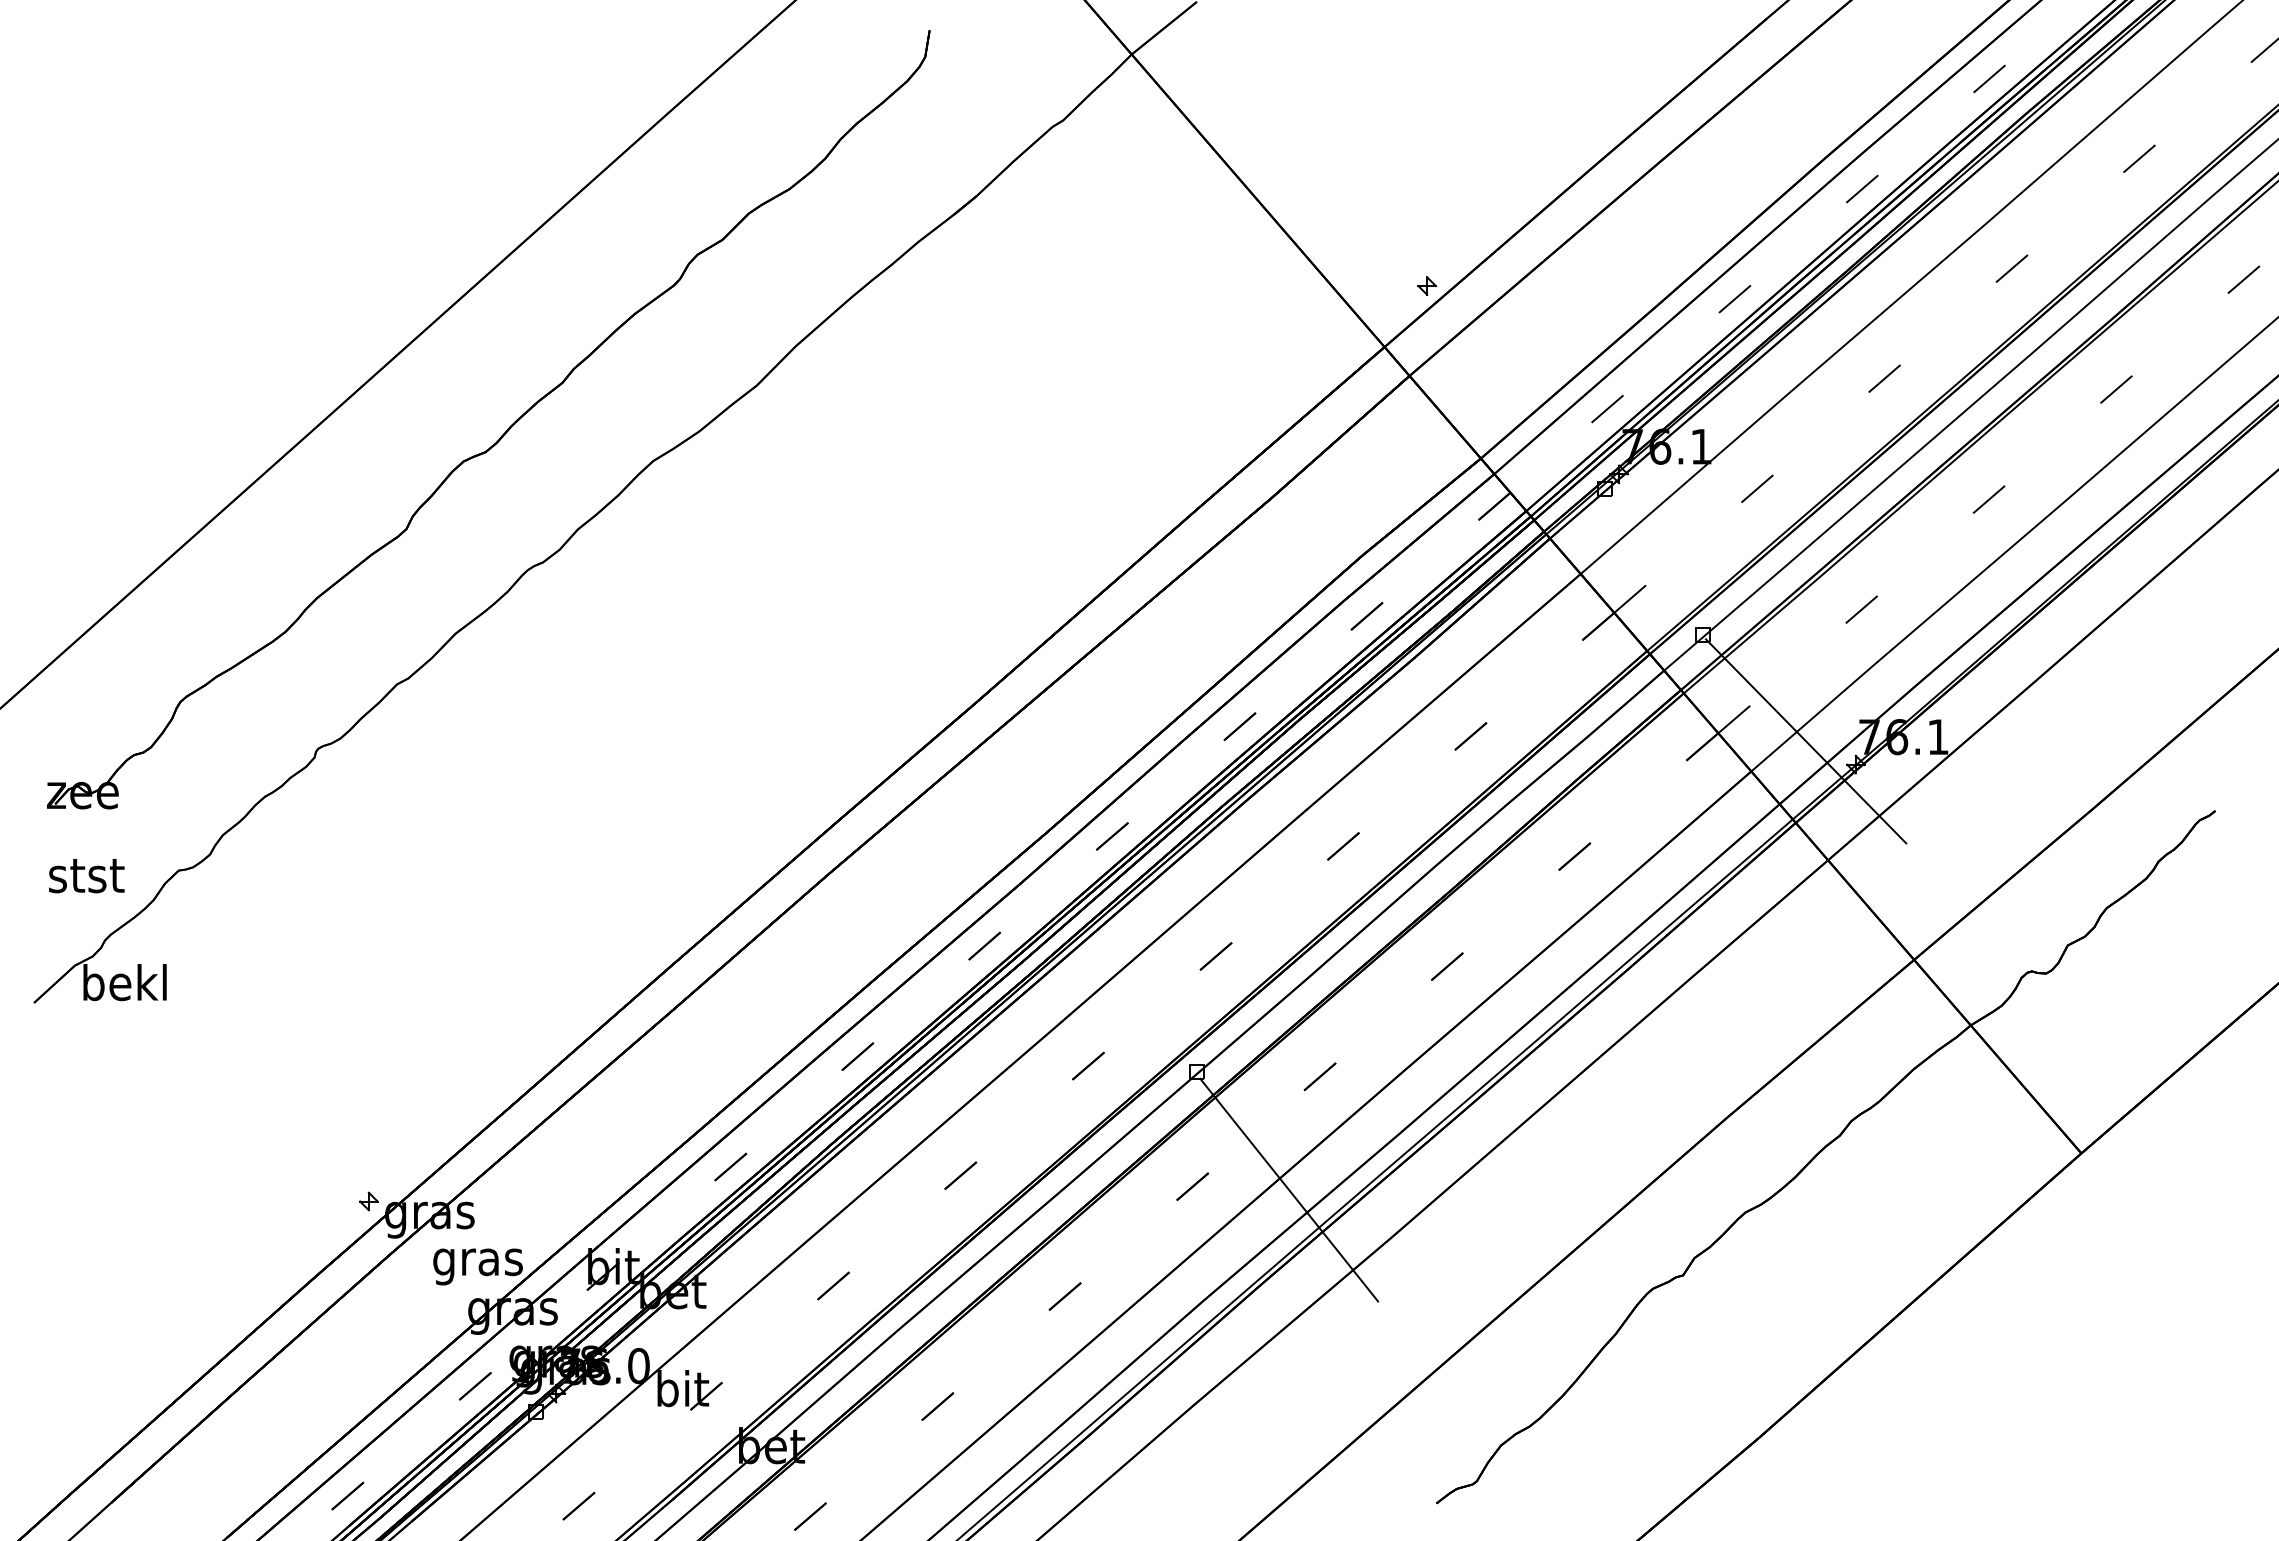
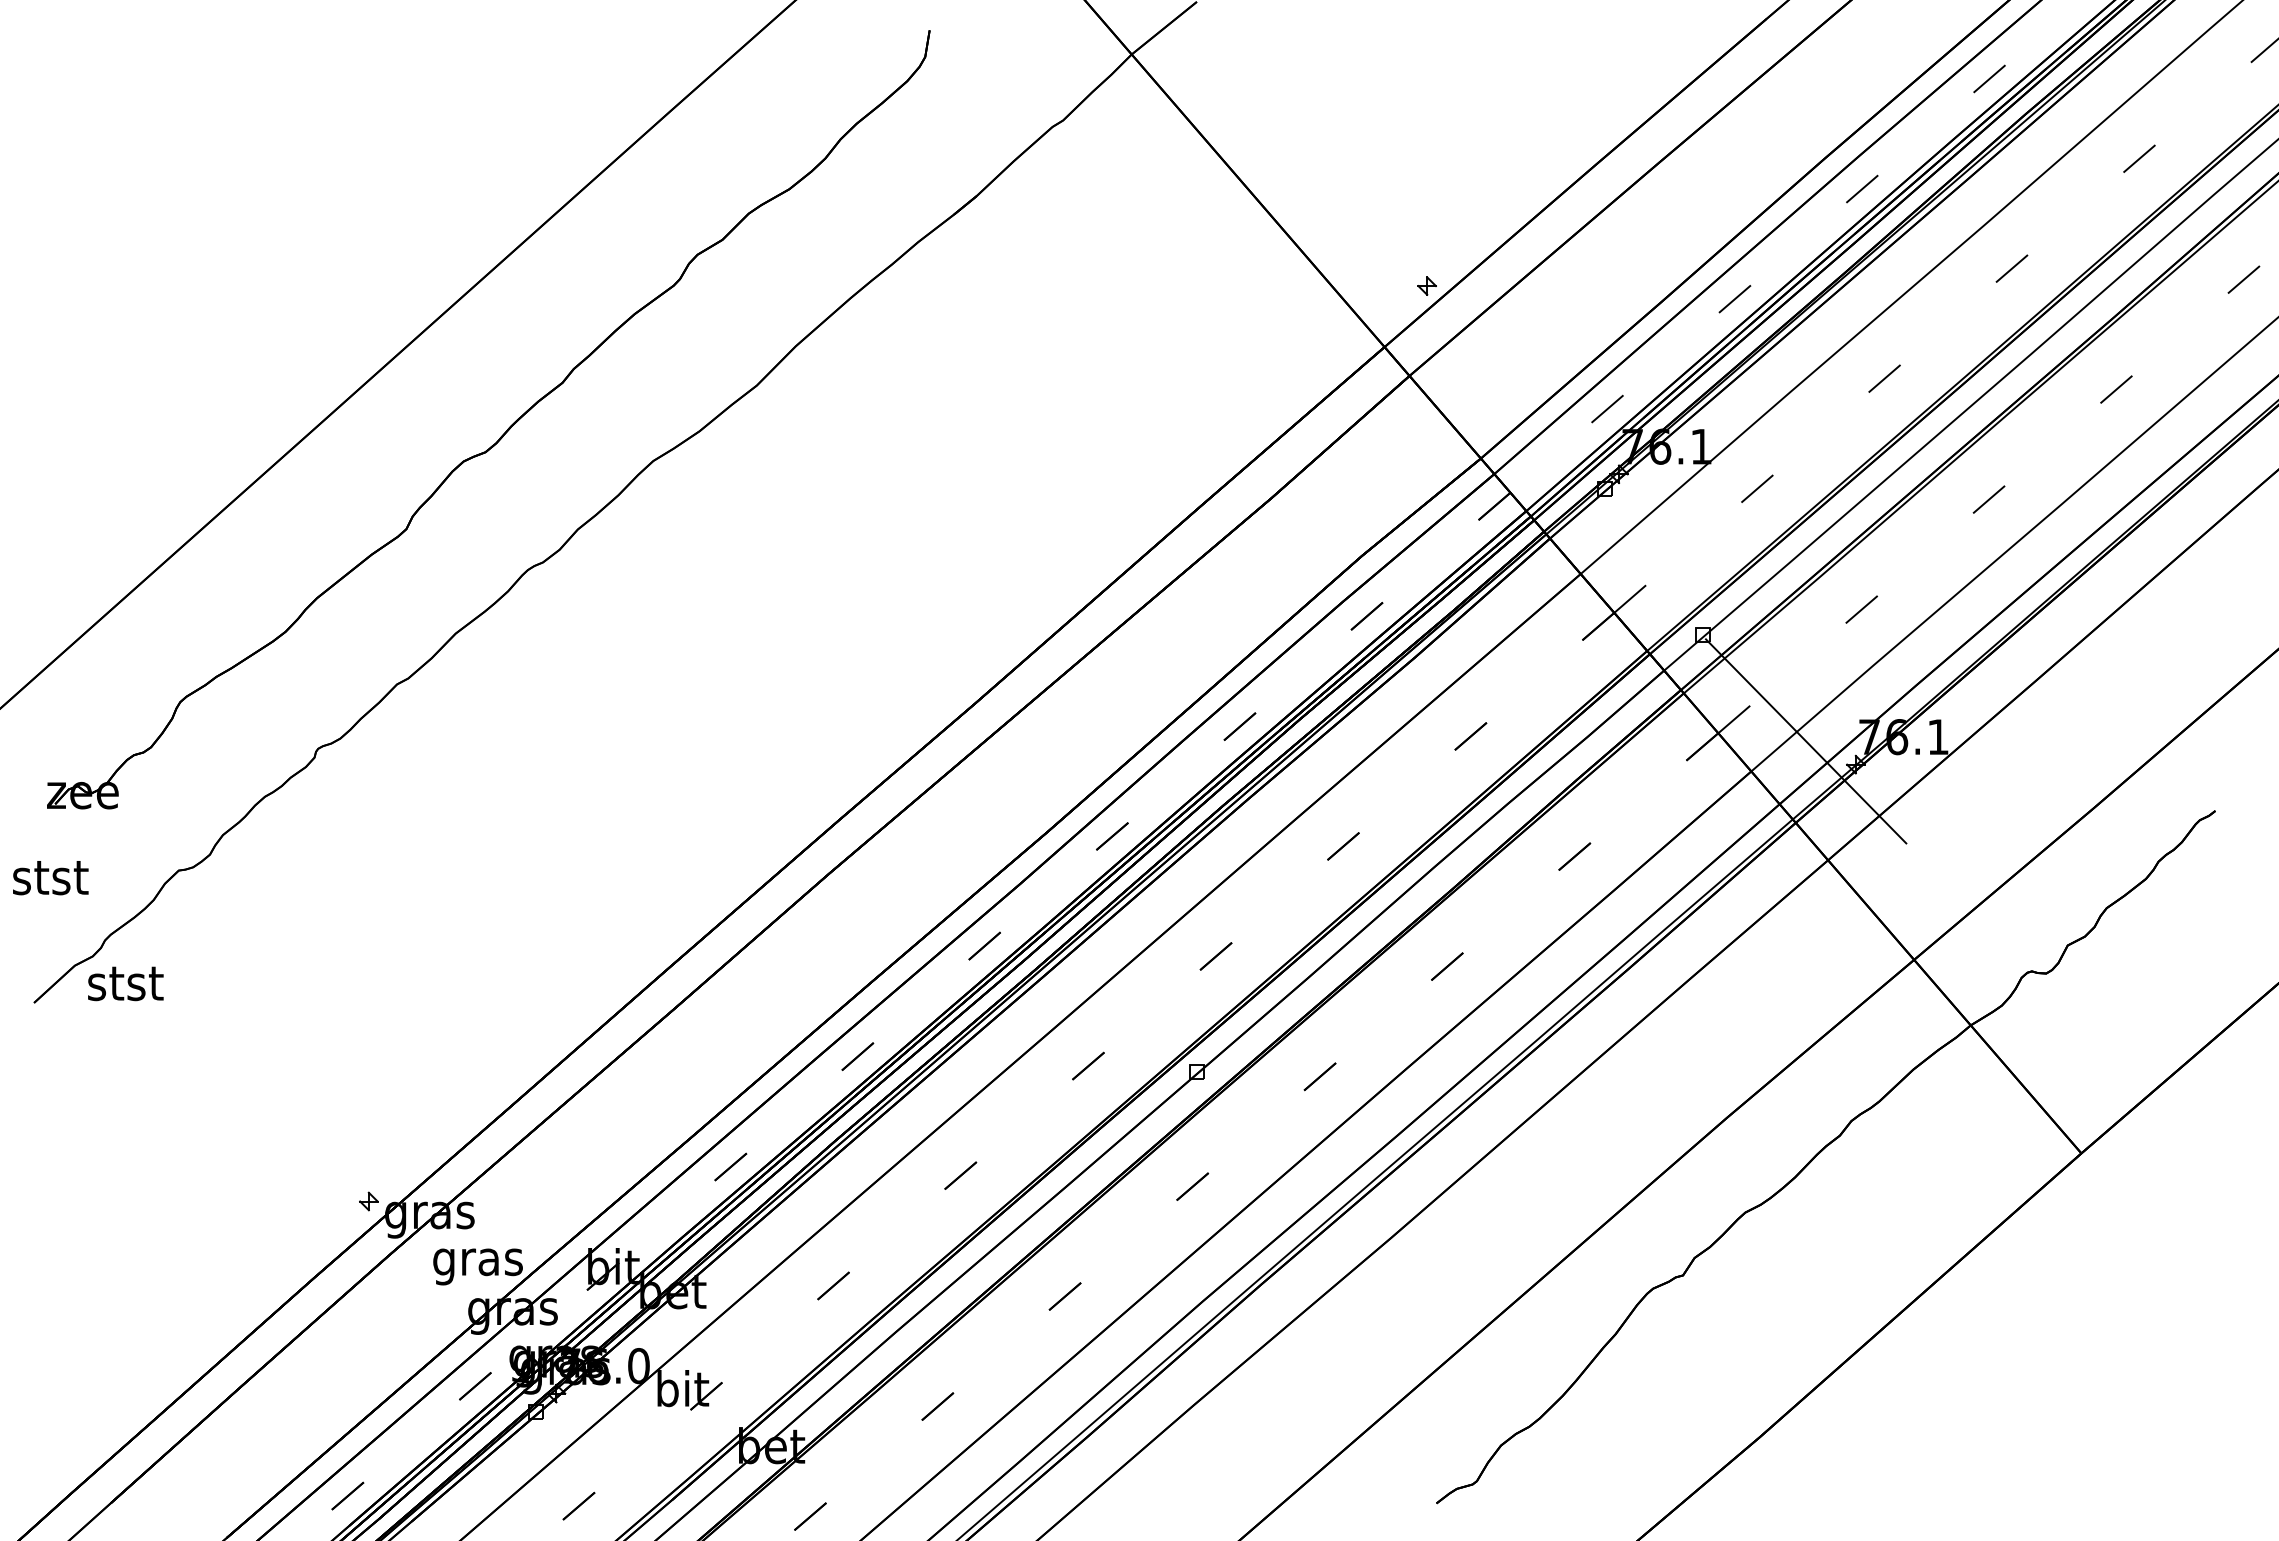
text at (86, 876) position: (86, 876) -> (50, 878)
text at (124, 982): bekl -> stst
line at (1289, 1189): present -> none
